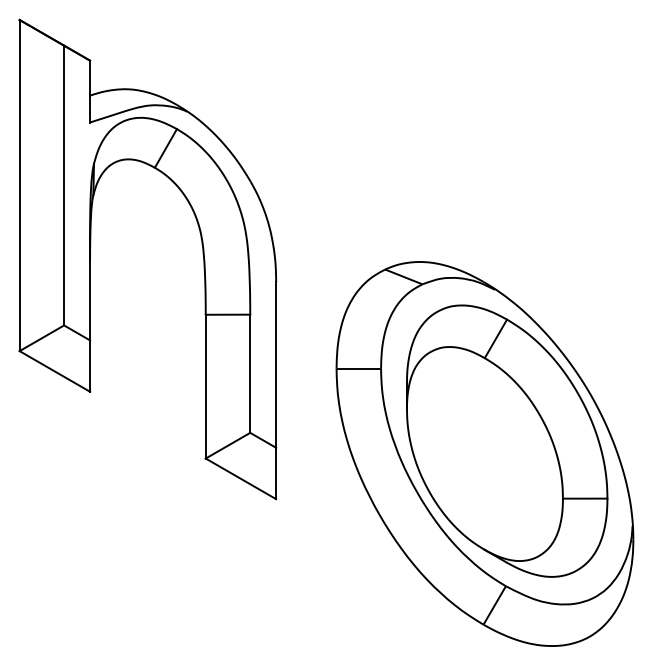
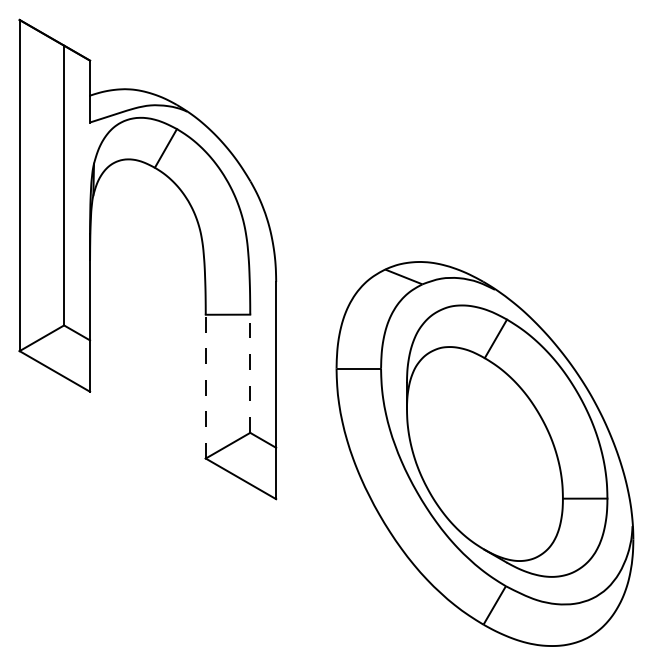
line at (250, 373): solid -> dashed
line at (205, 386): solid -> dashed
